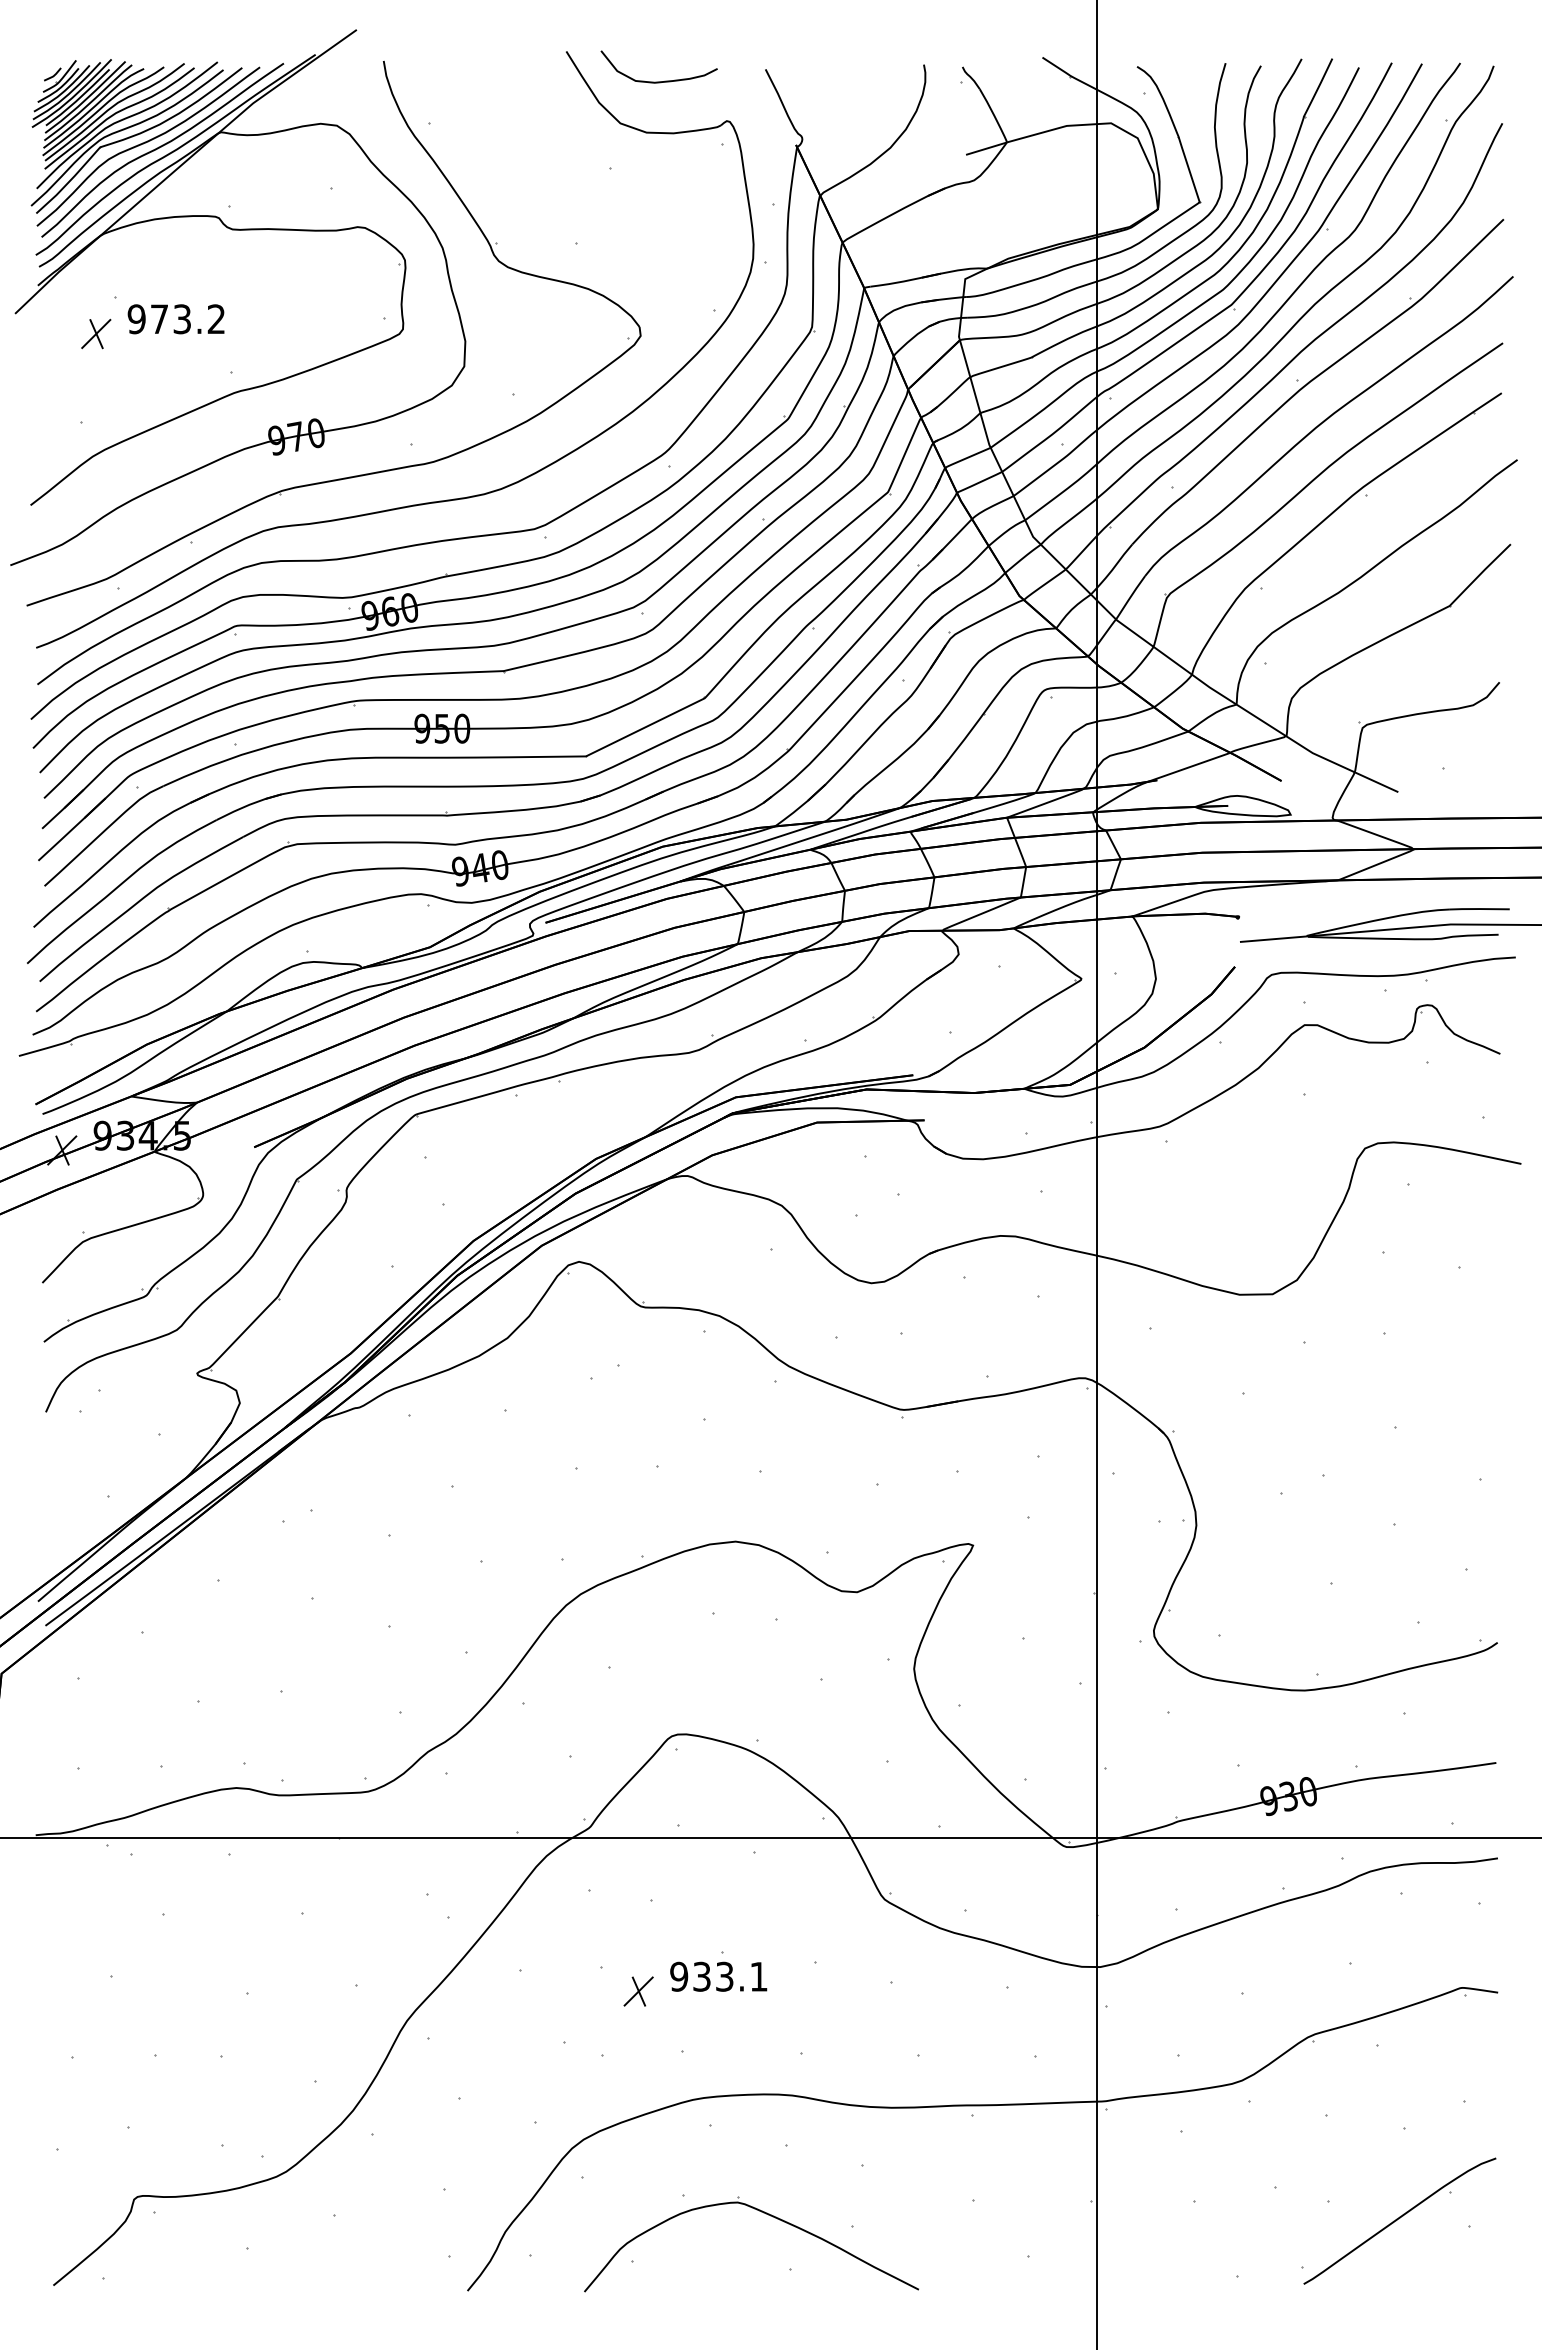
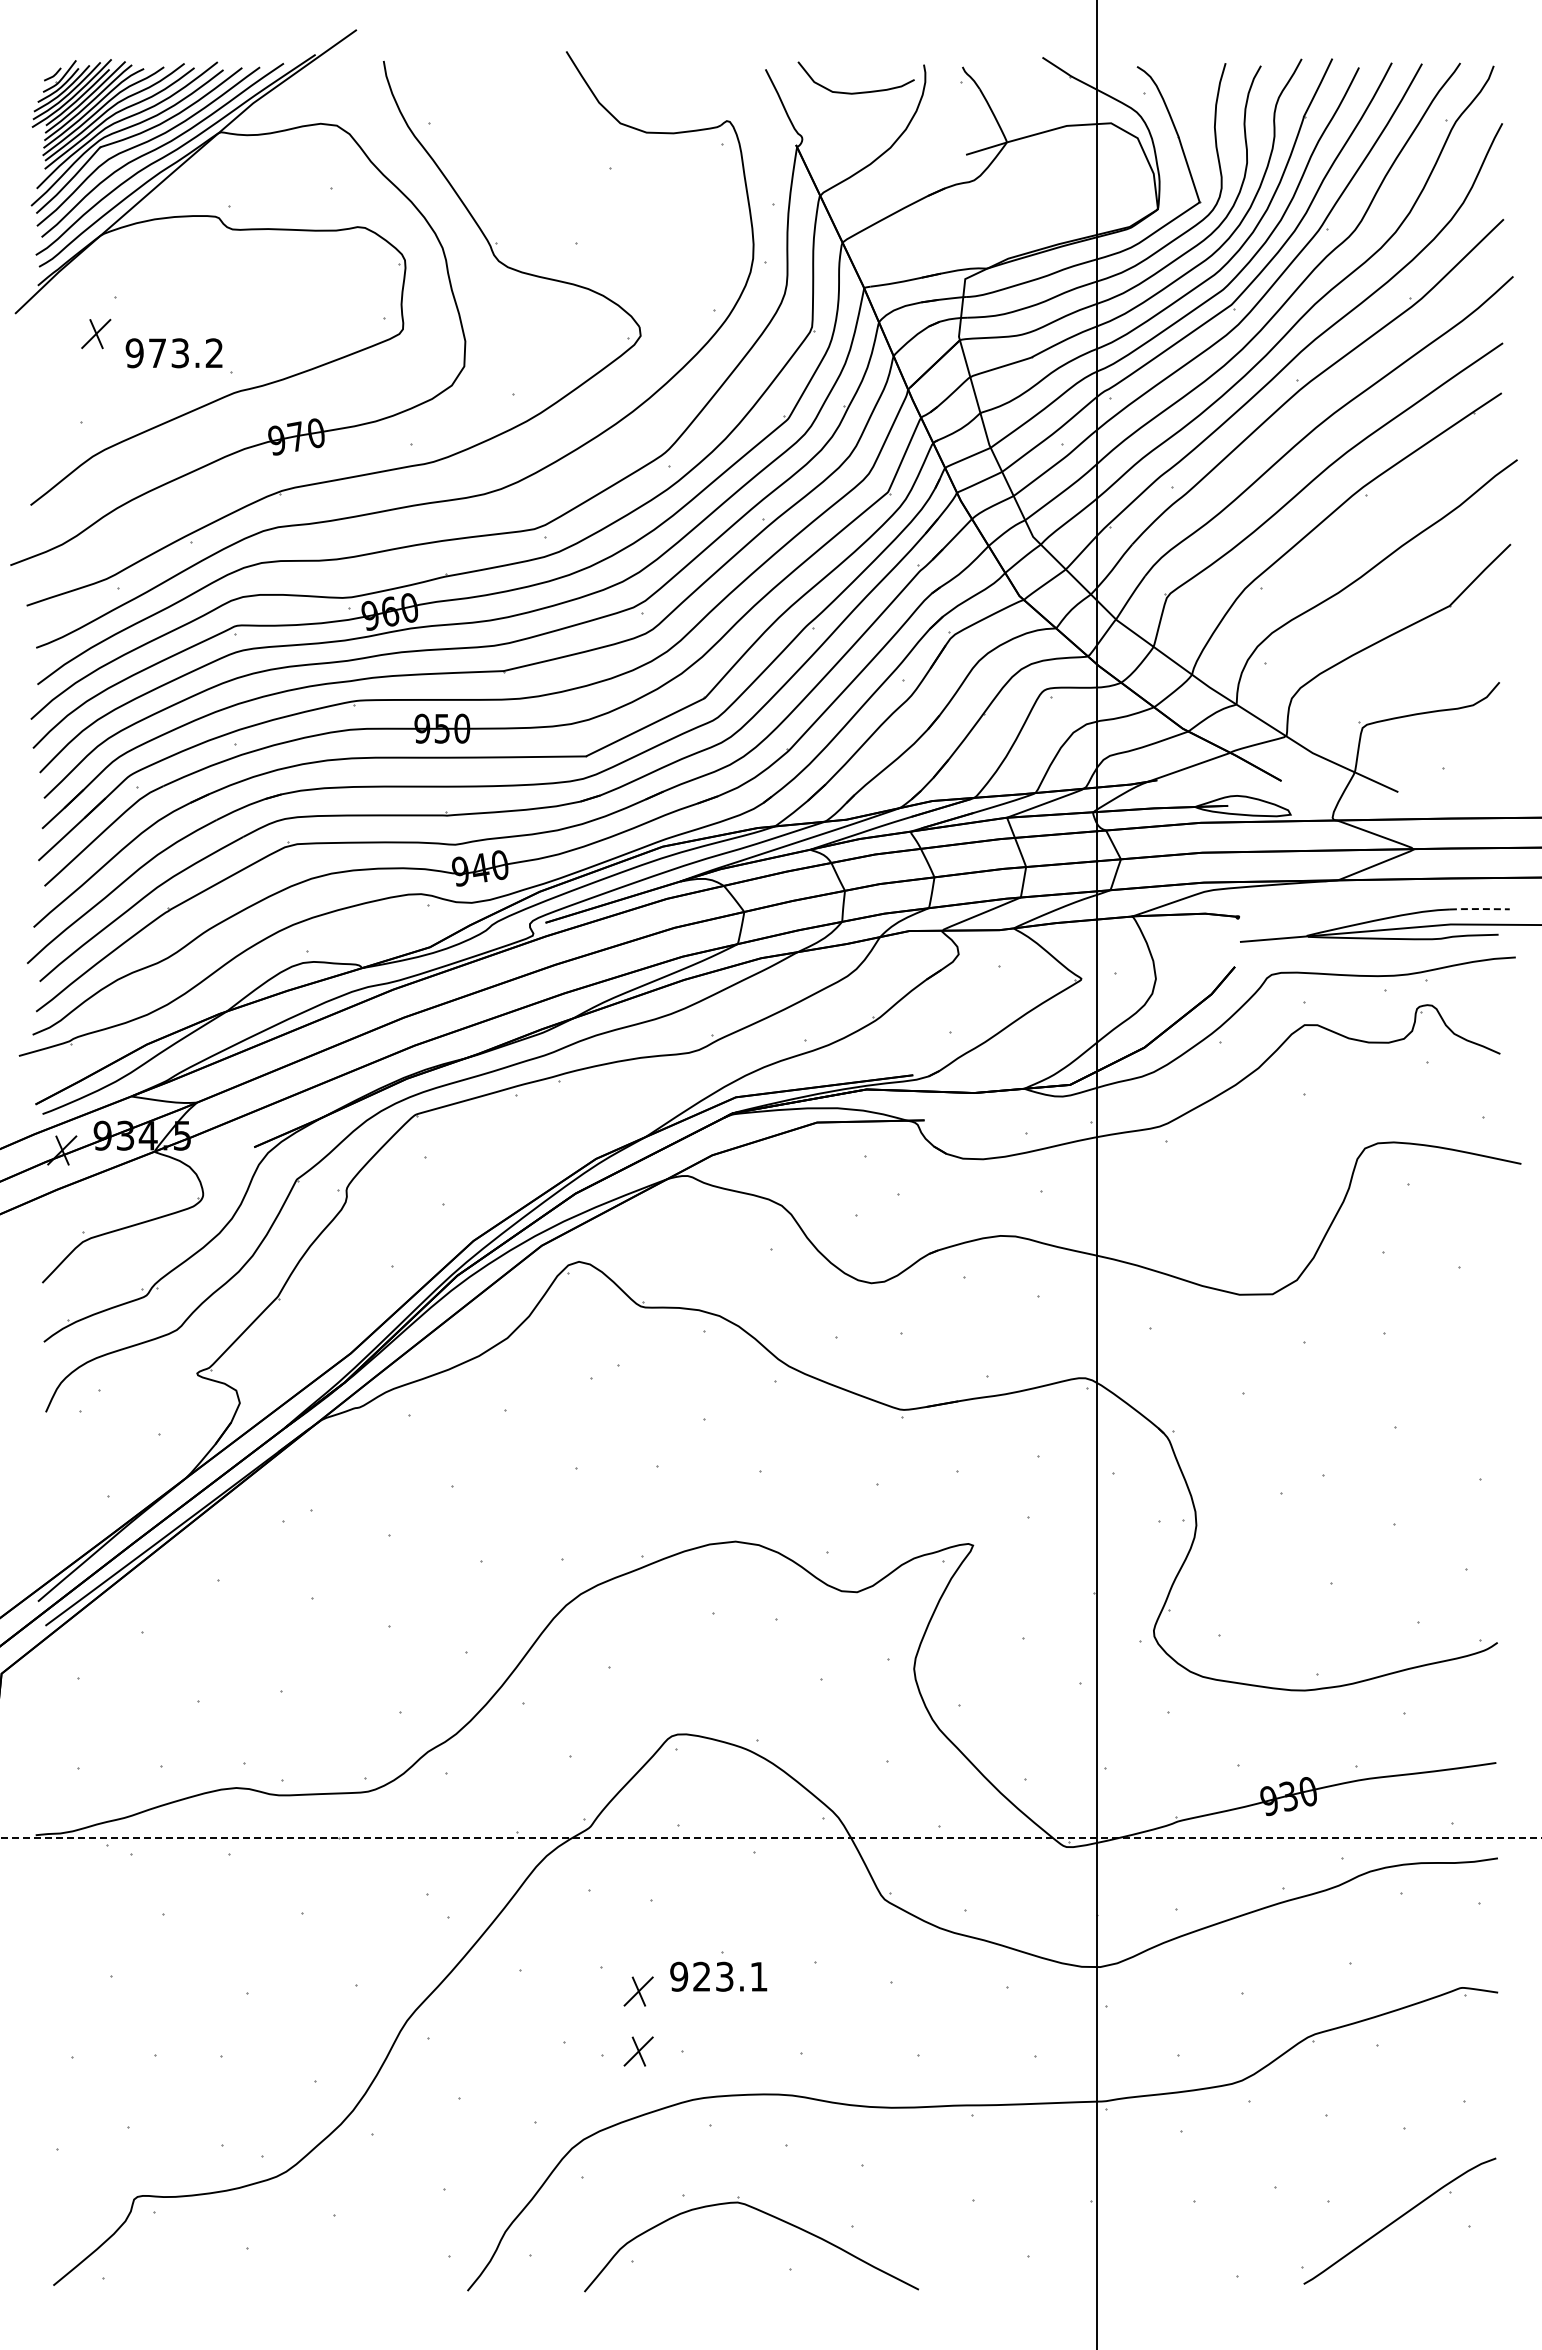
curve at (658, 81) position: (658, 81) -> (855, 92)
text at (175, 319) position: (175, 319) -> (173, 353)
line at (1479, 909): solid -> dashed
line at (770, 1838): solid -> dashed
text at (701, 1976): 933.1 -> 923.1
part at (638, 2051): none -> present
